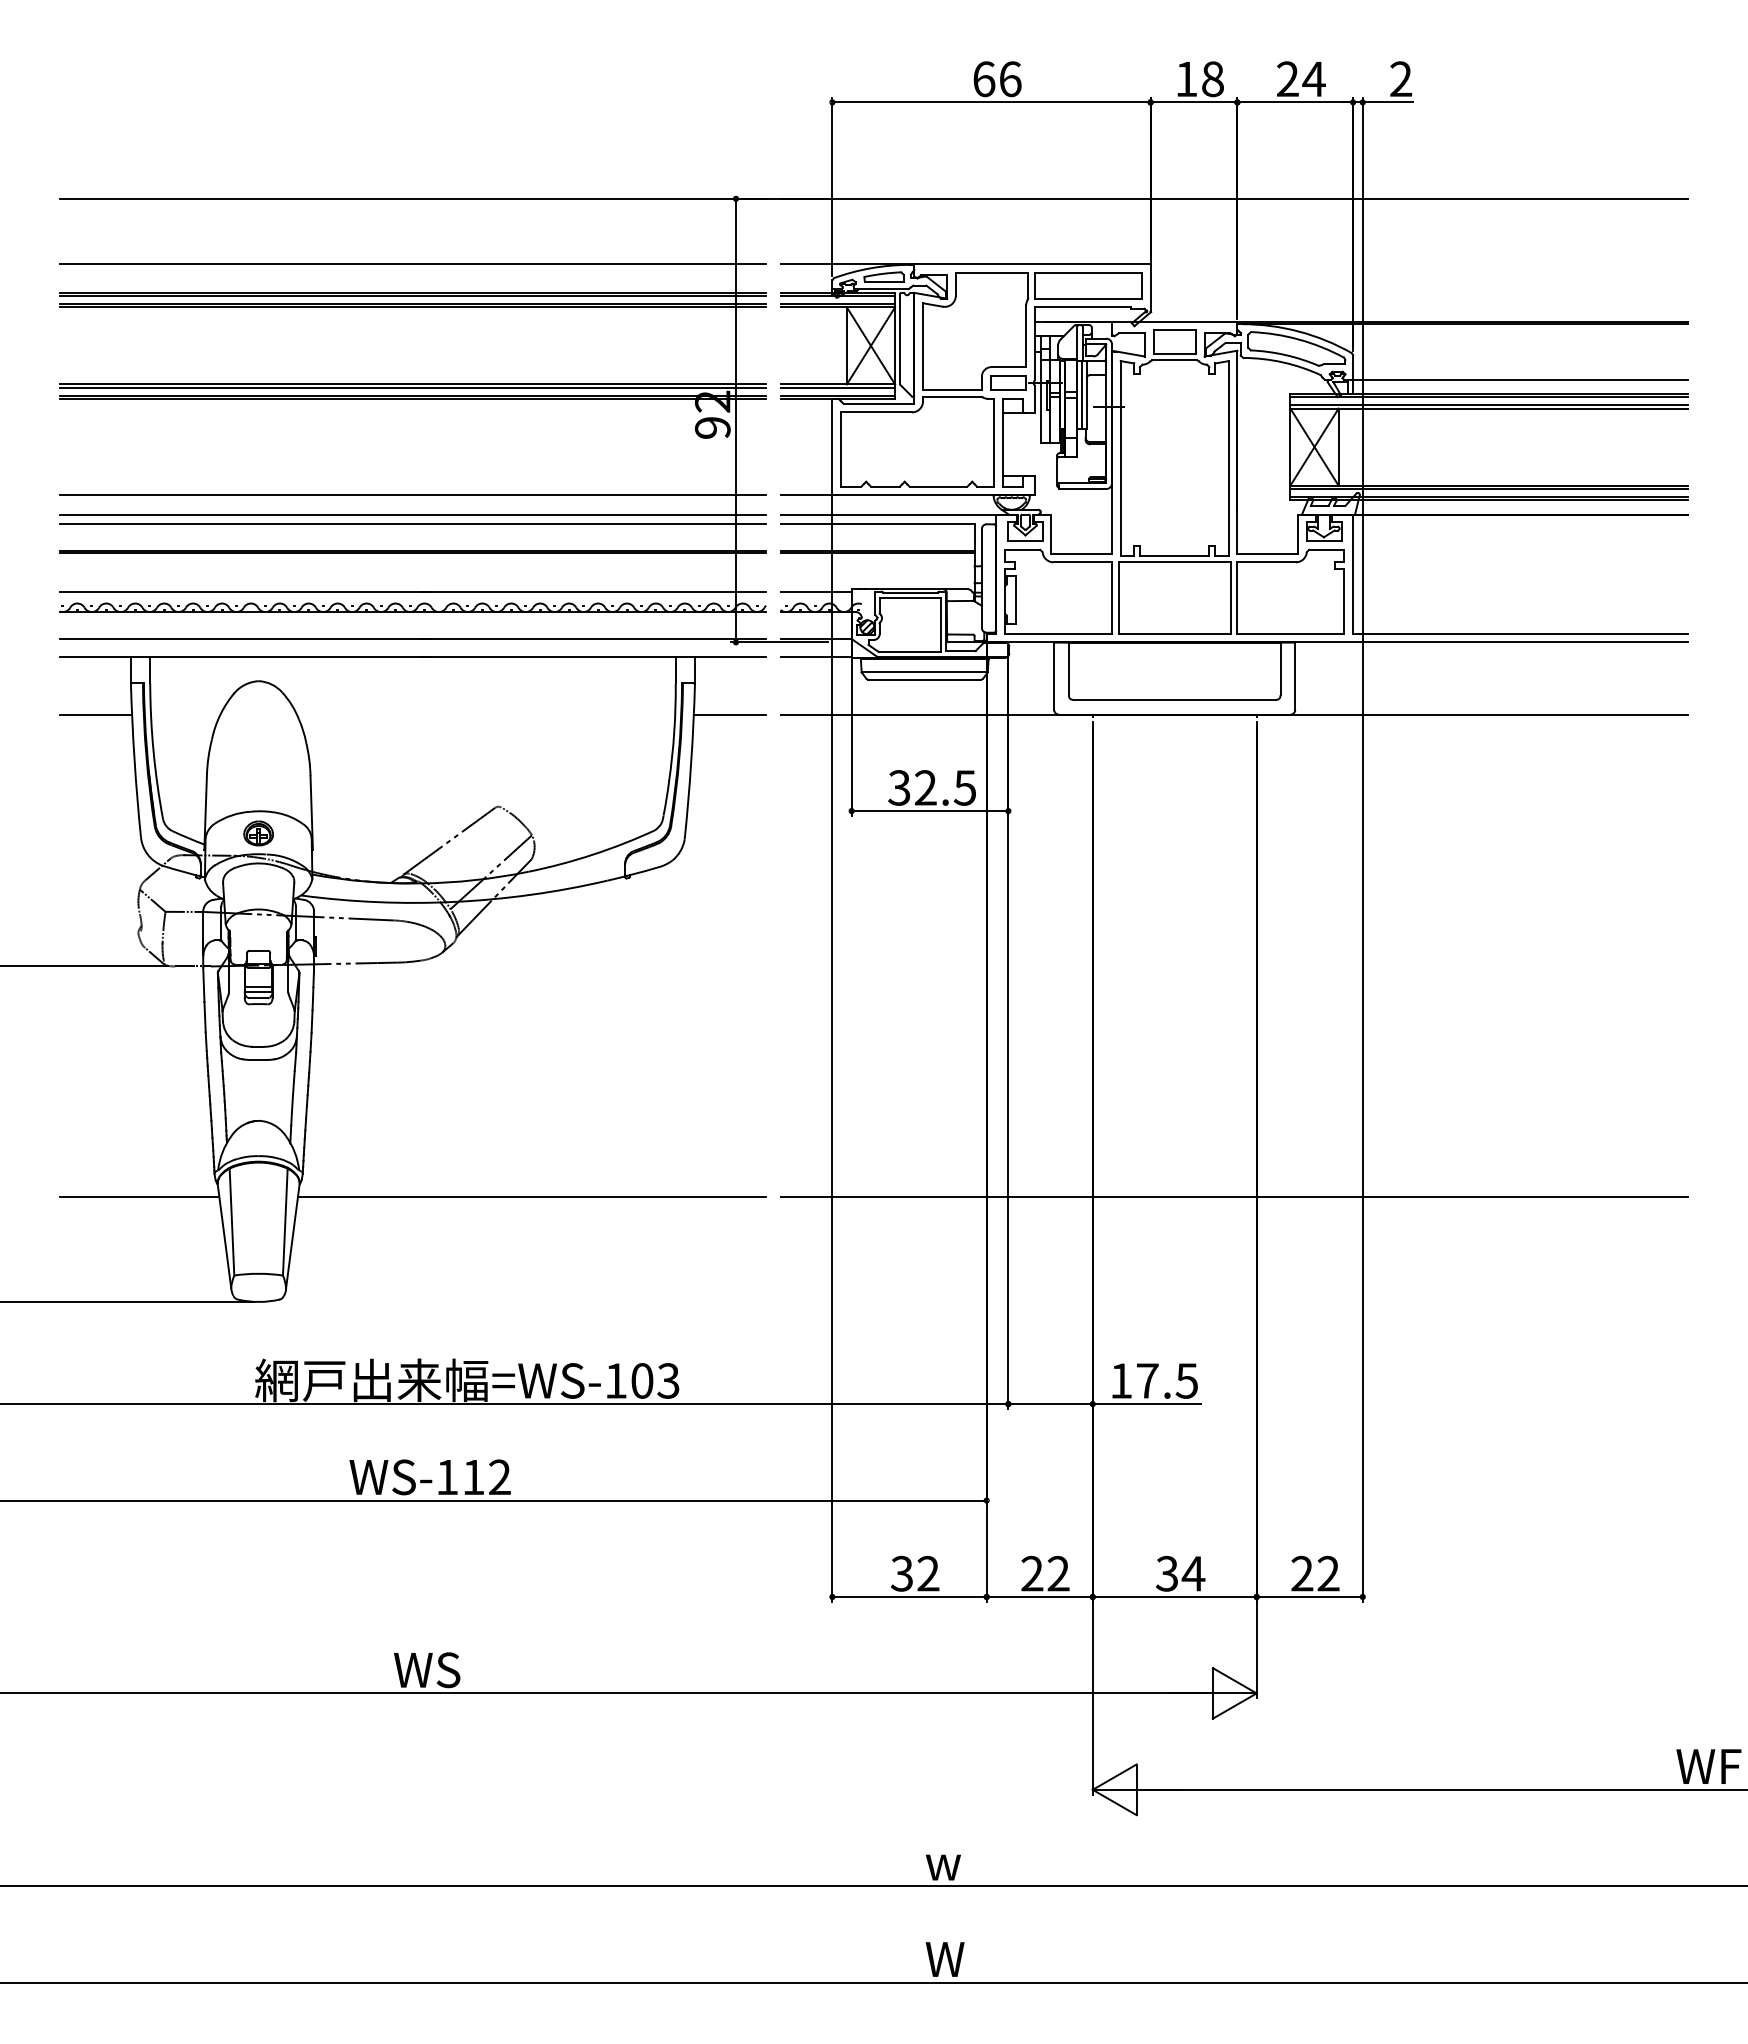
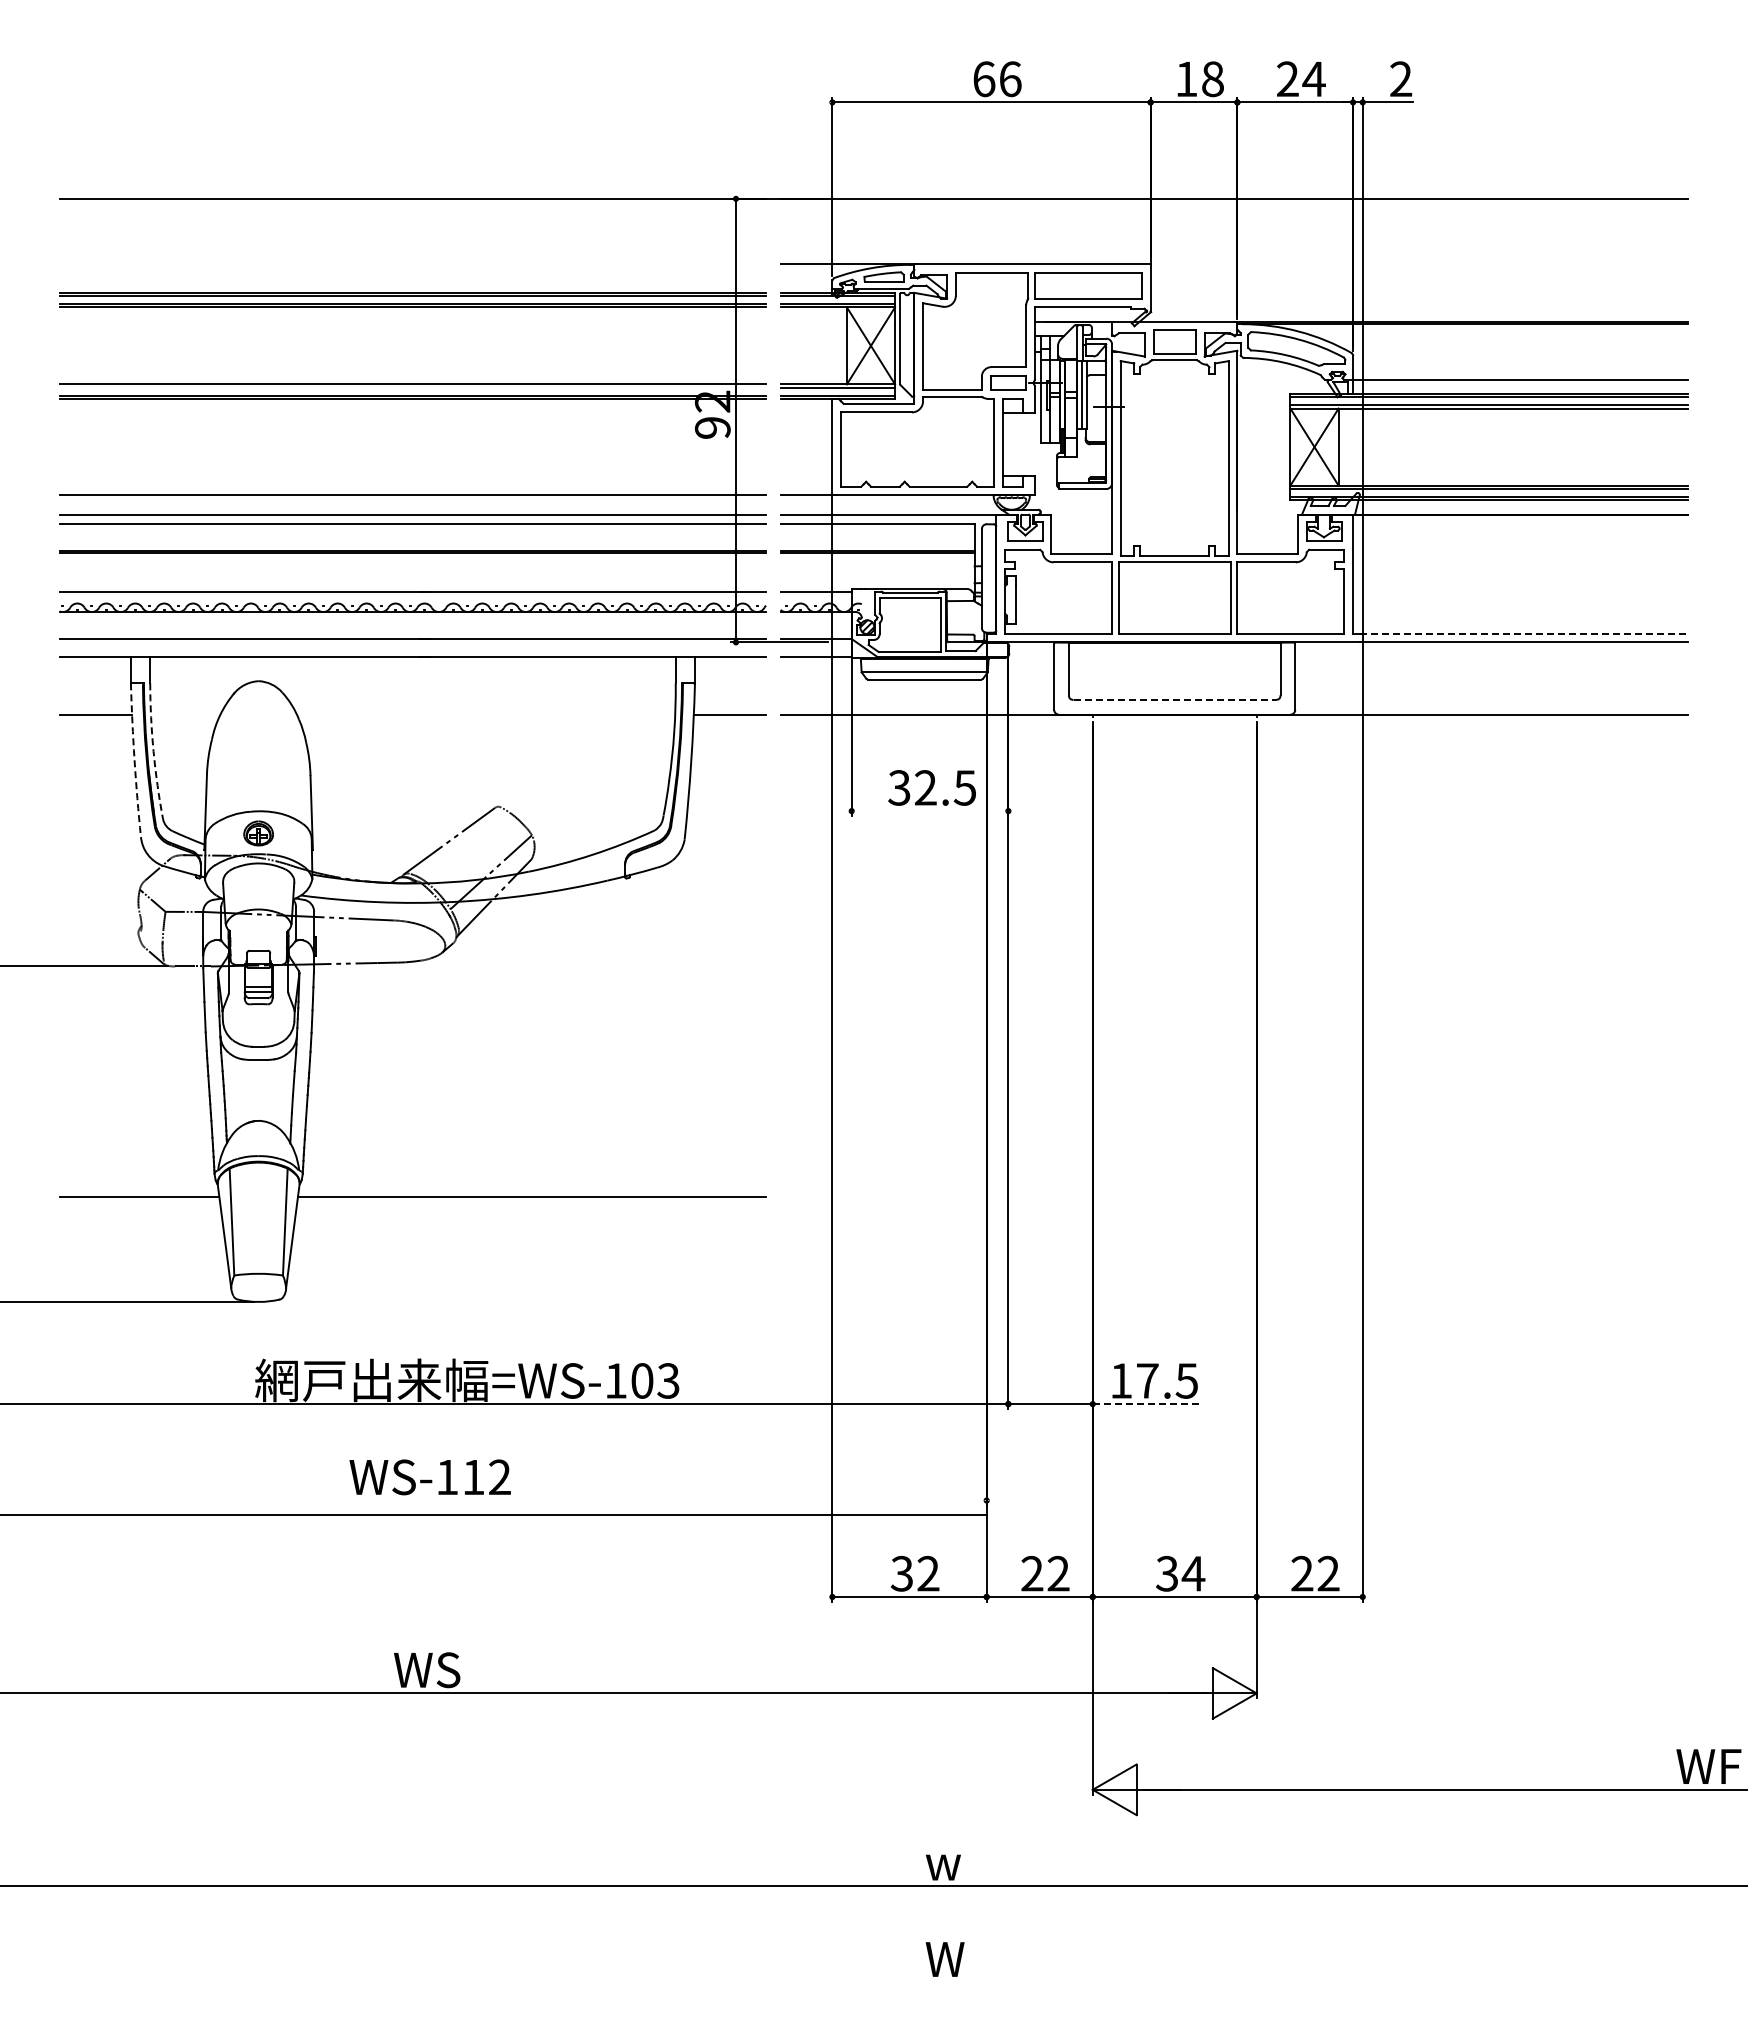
line at (412, 263): present -> none
line at (412, 387): present -> none
line at (1524, 633): solid -> dashed
line at (1175, 699): solid -> dashed
arc at (153, 751): solid -> dashed
arc at (134, 760): solid -> dashed
line at (929, 811): present -> none
line at (1234, 1196): present -> none
line at (1147, 1404): solid -> dashed
line at (494, 1500) position: (494, 1500) -> (494, 1514)
line at (873, 1982): present -> none
